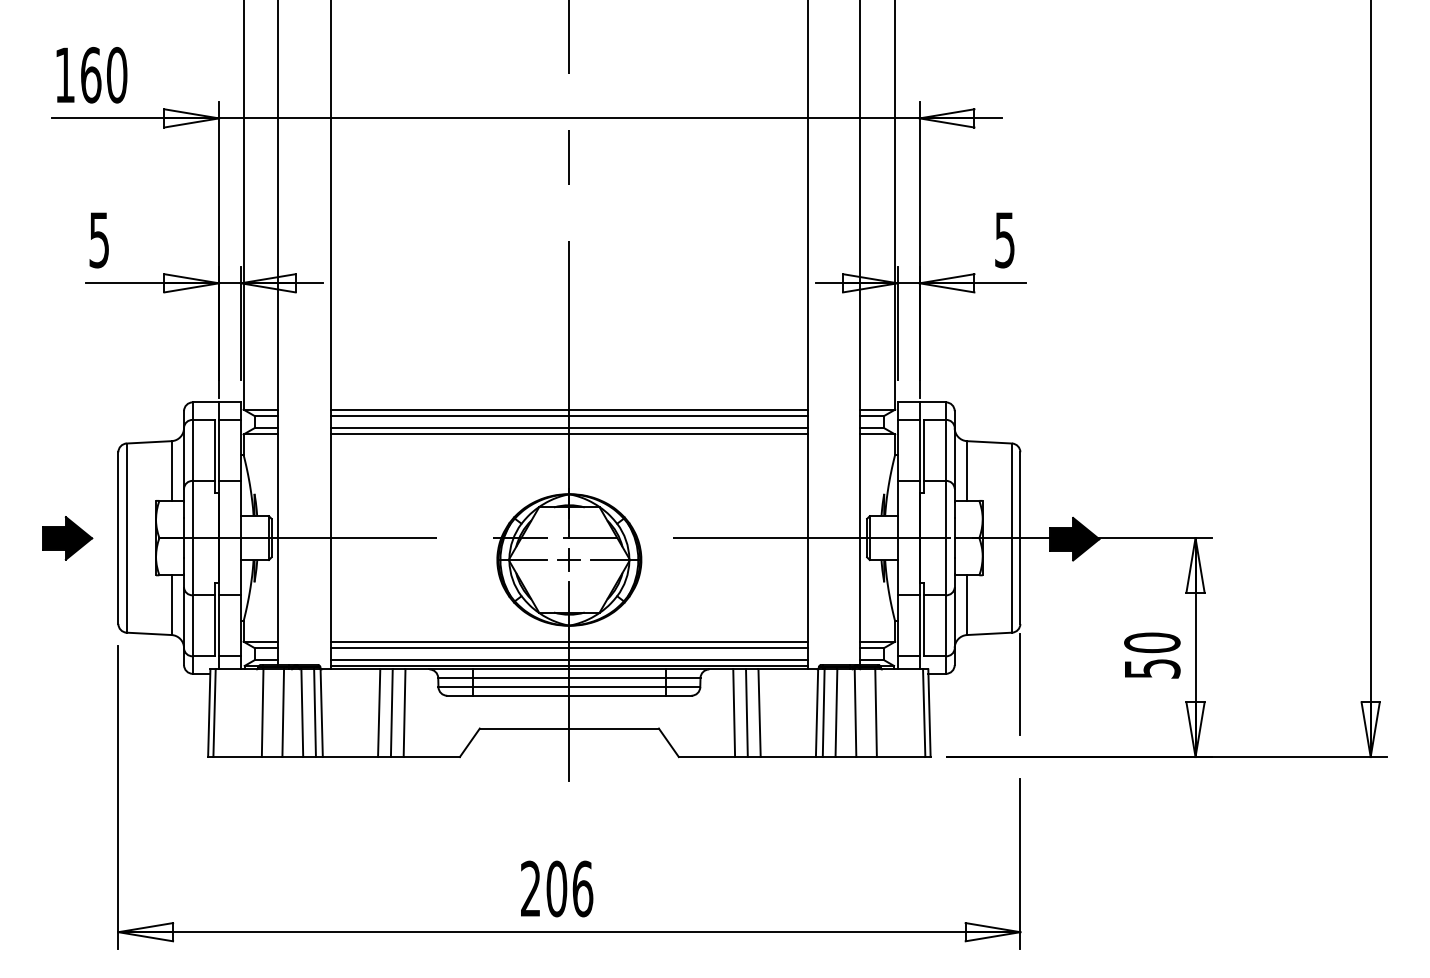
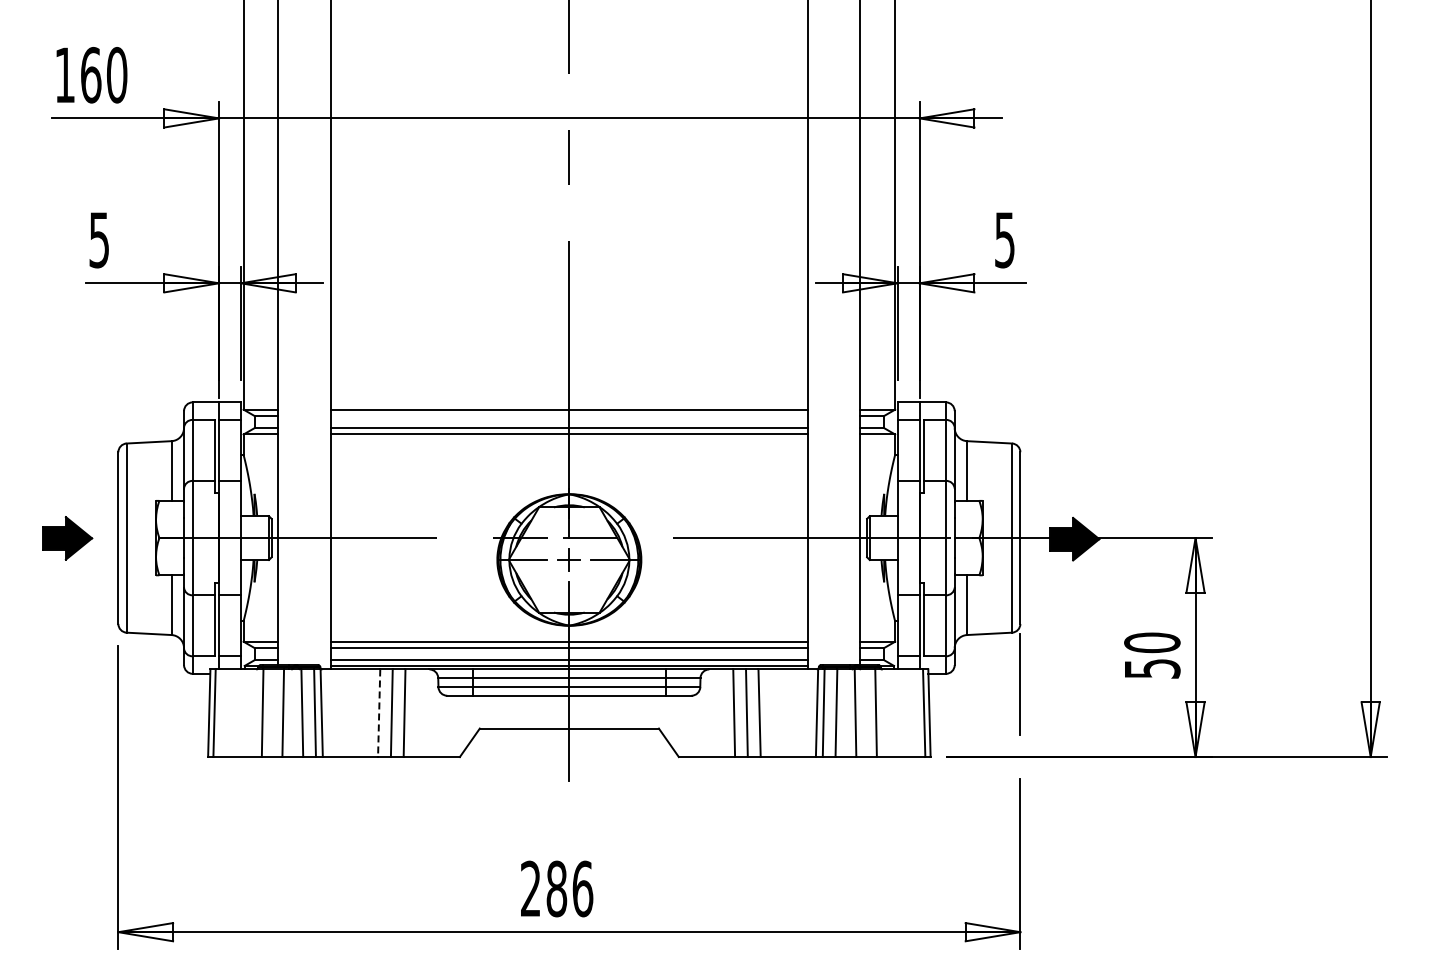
line at (568, 416): present -> none
line at (379, 713): solid -> dashed
text at (556, 889): 206 -> 286
